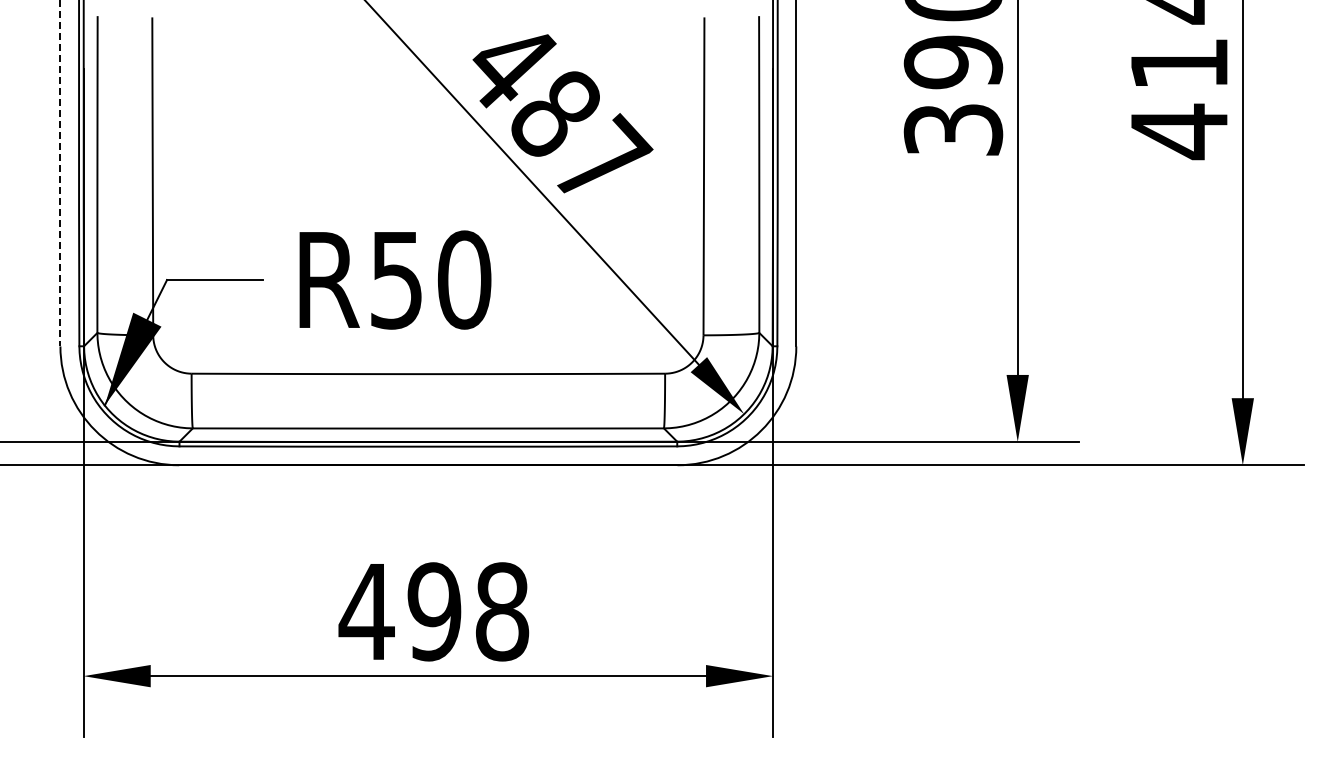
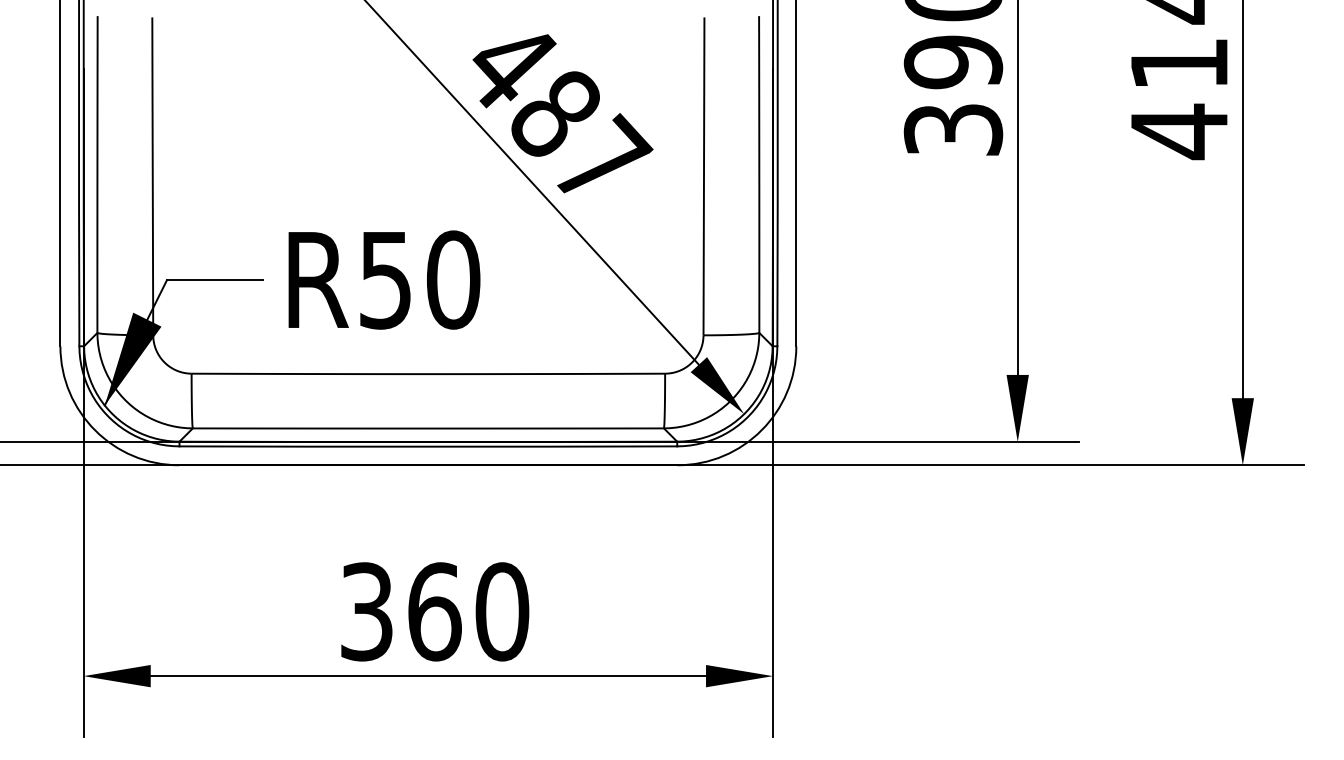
line at (60, 173): dashed -> solid
text at (395, 279) position: (395, 279) -> (384, 279)
text at (433, 611): 498 -> 360
